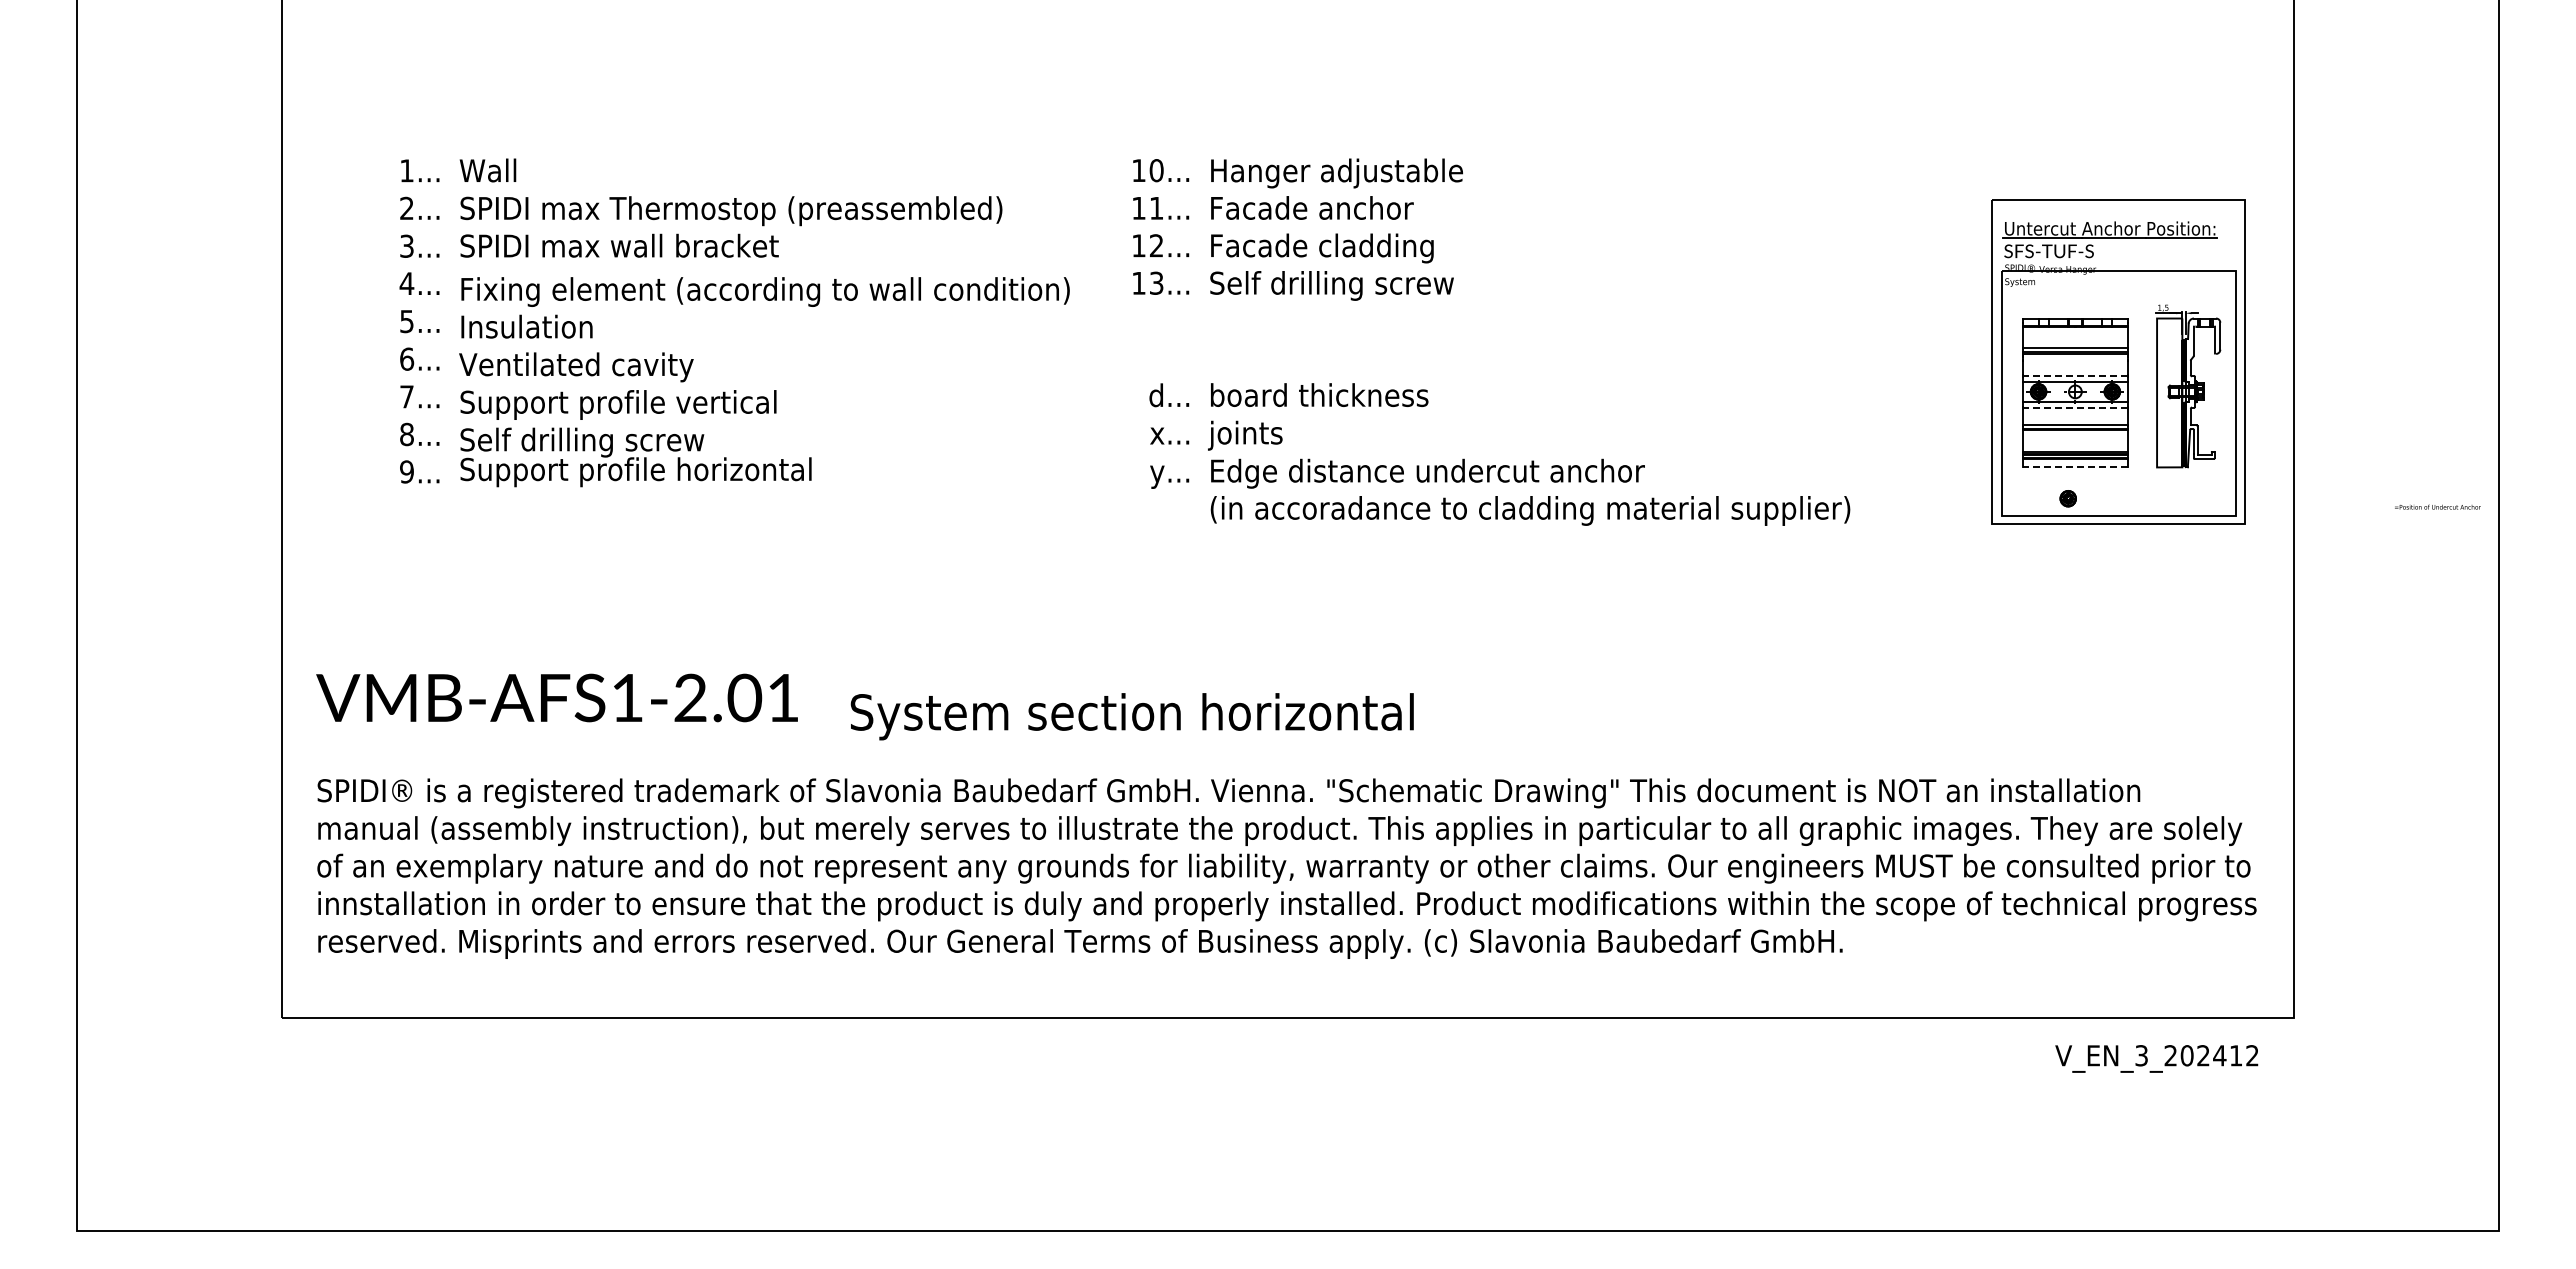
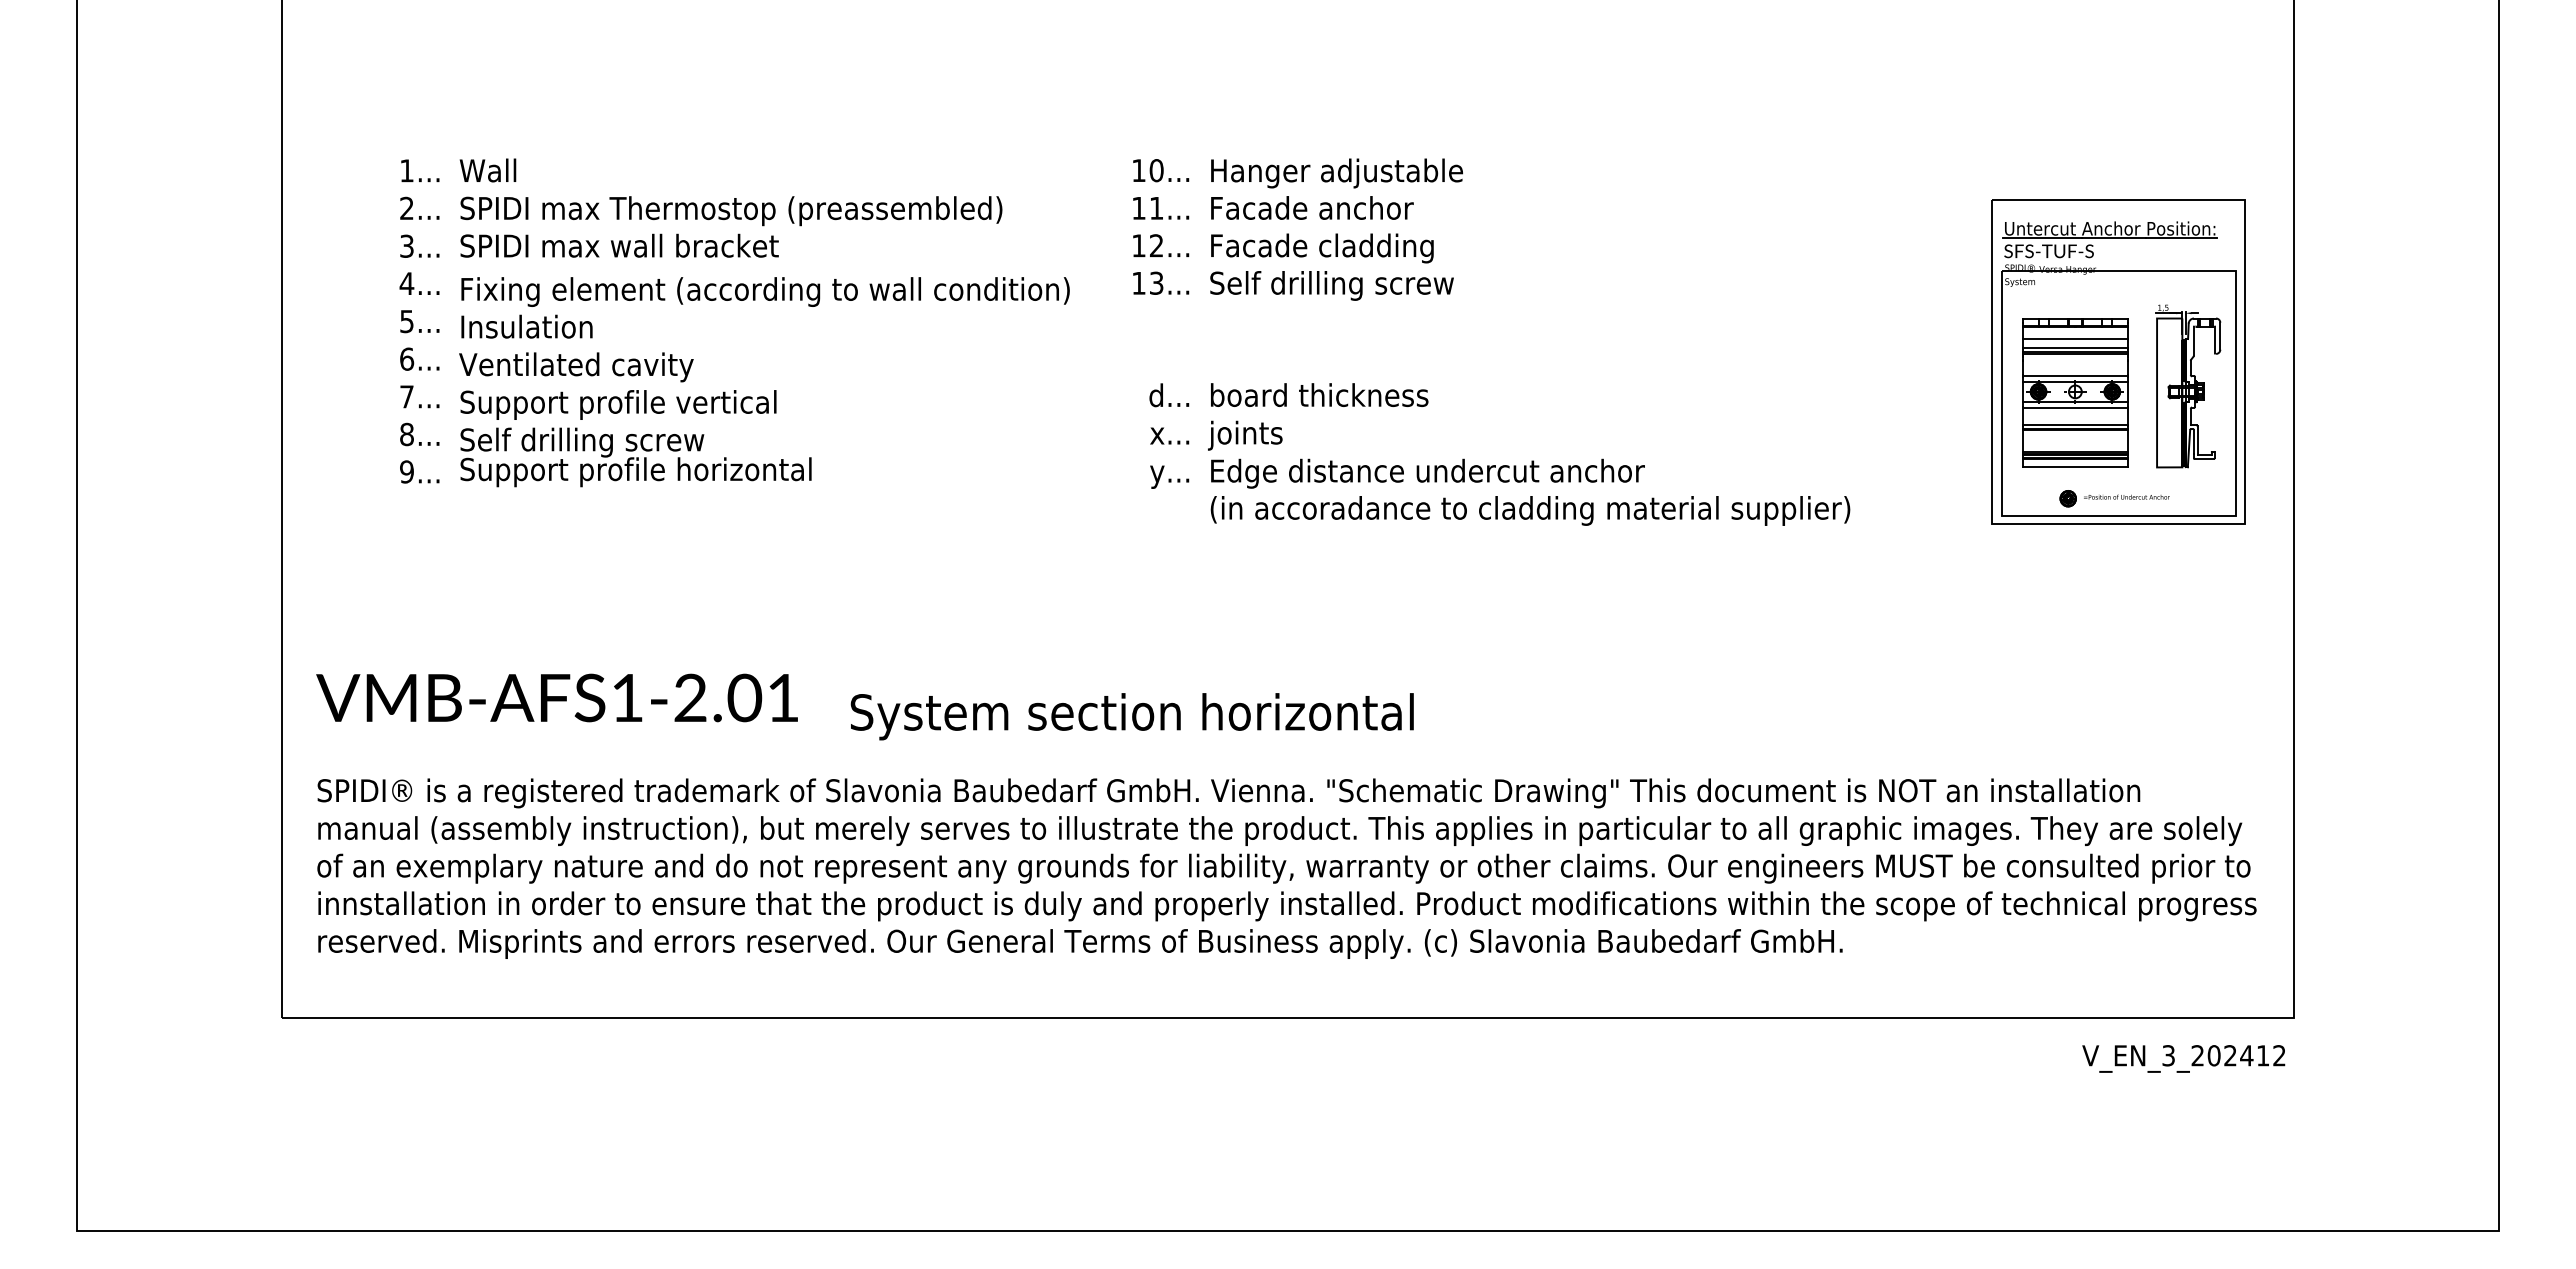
line at (2075, 339): none -> present
line at (2075, 376): dashed -> solid
line at (2075, 407): dashed -> solid
line at (2075, 467): dashed -> solid
text at (2437, 506) position: (2437, 506) -> (2126, 496)
text at (2156, 1058) position: (2156, 1058) -> (2183, 1058)
